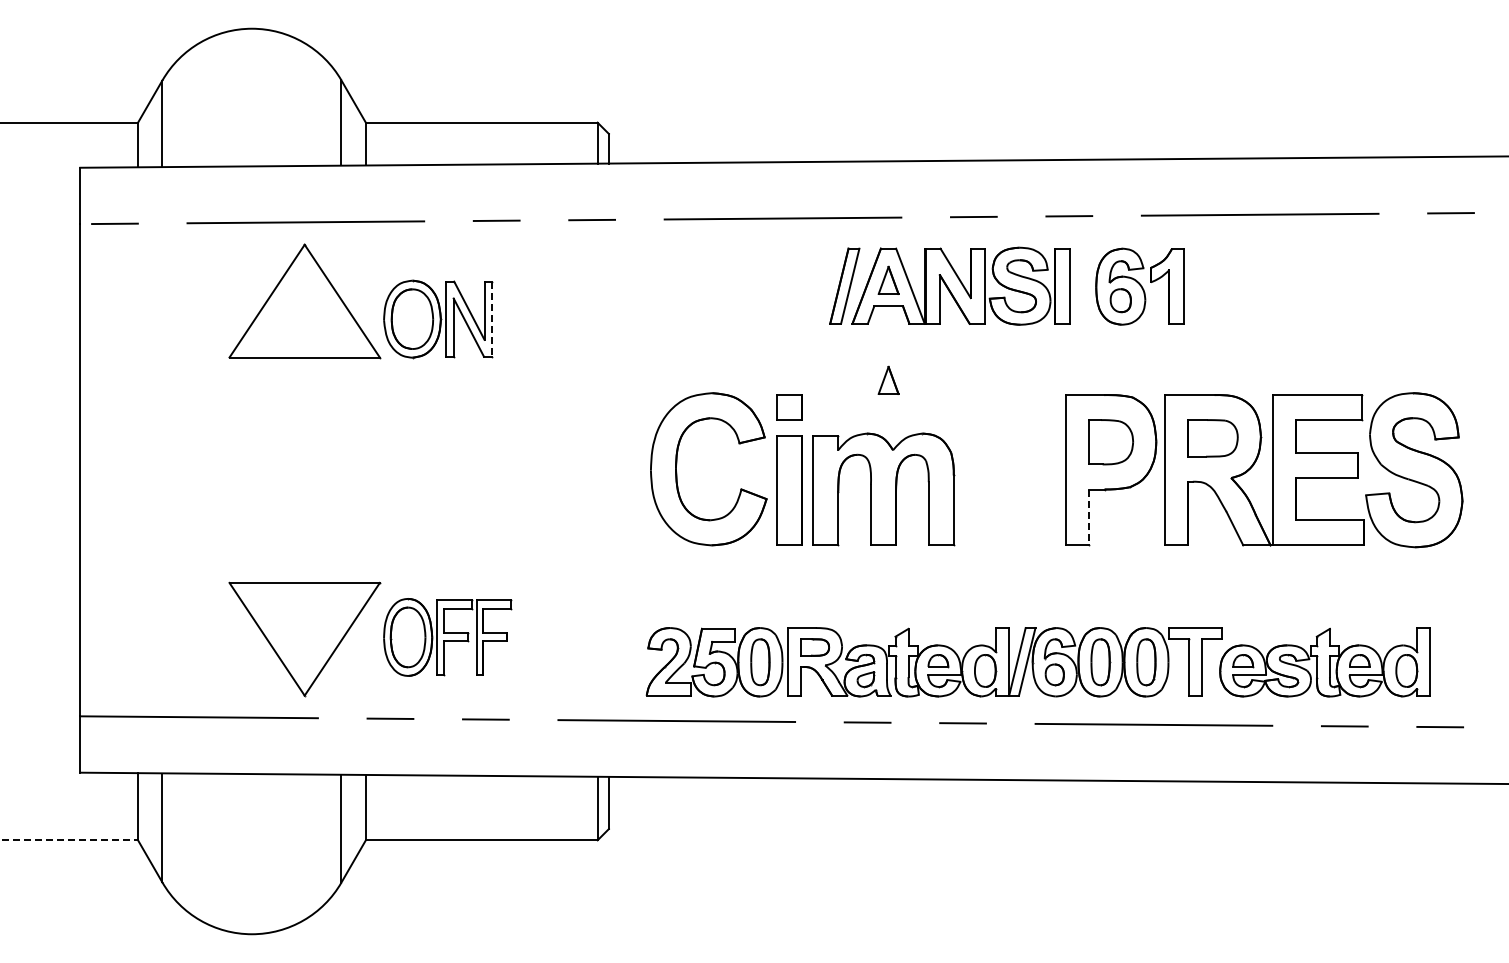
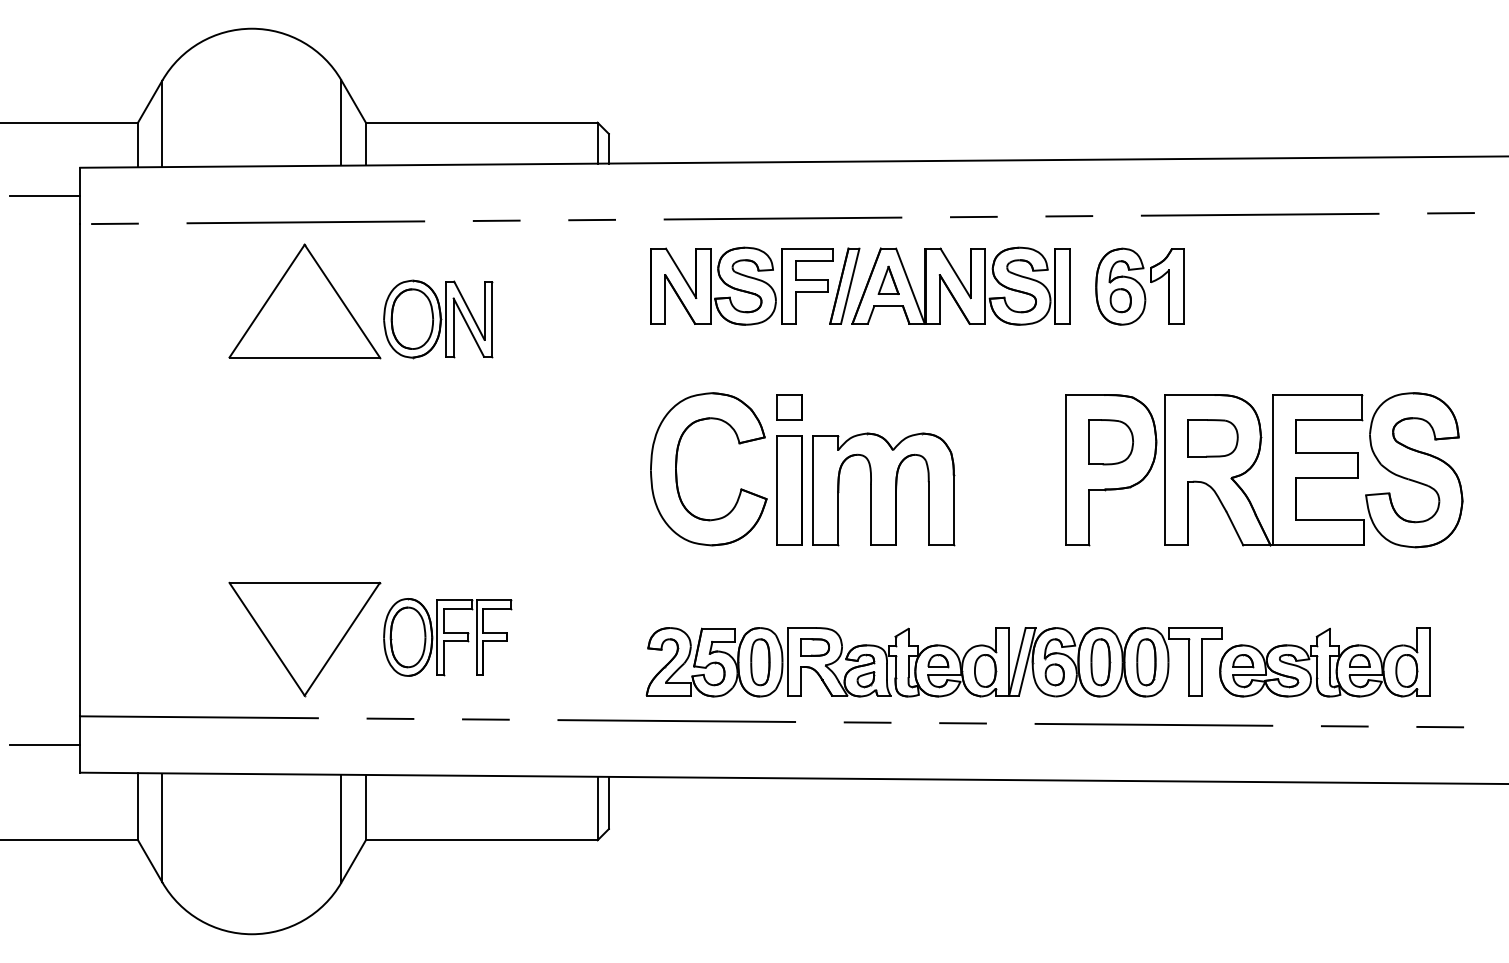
line at (45, 195): none -> present
part at (741, 285): none -> present
line at (492, 319): dashed -> solid
part at (888, 379): present -> none
line at (1088, 517): dashed -> solid
line at (45, 744): none -> present
line at (69, 840): dashed -> solid
